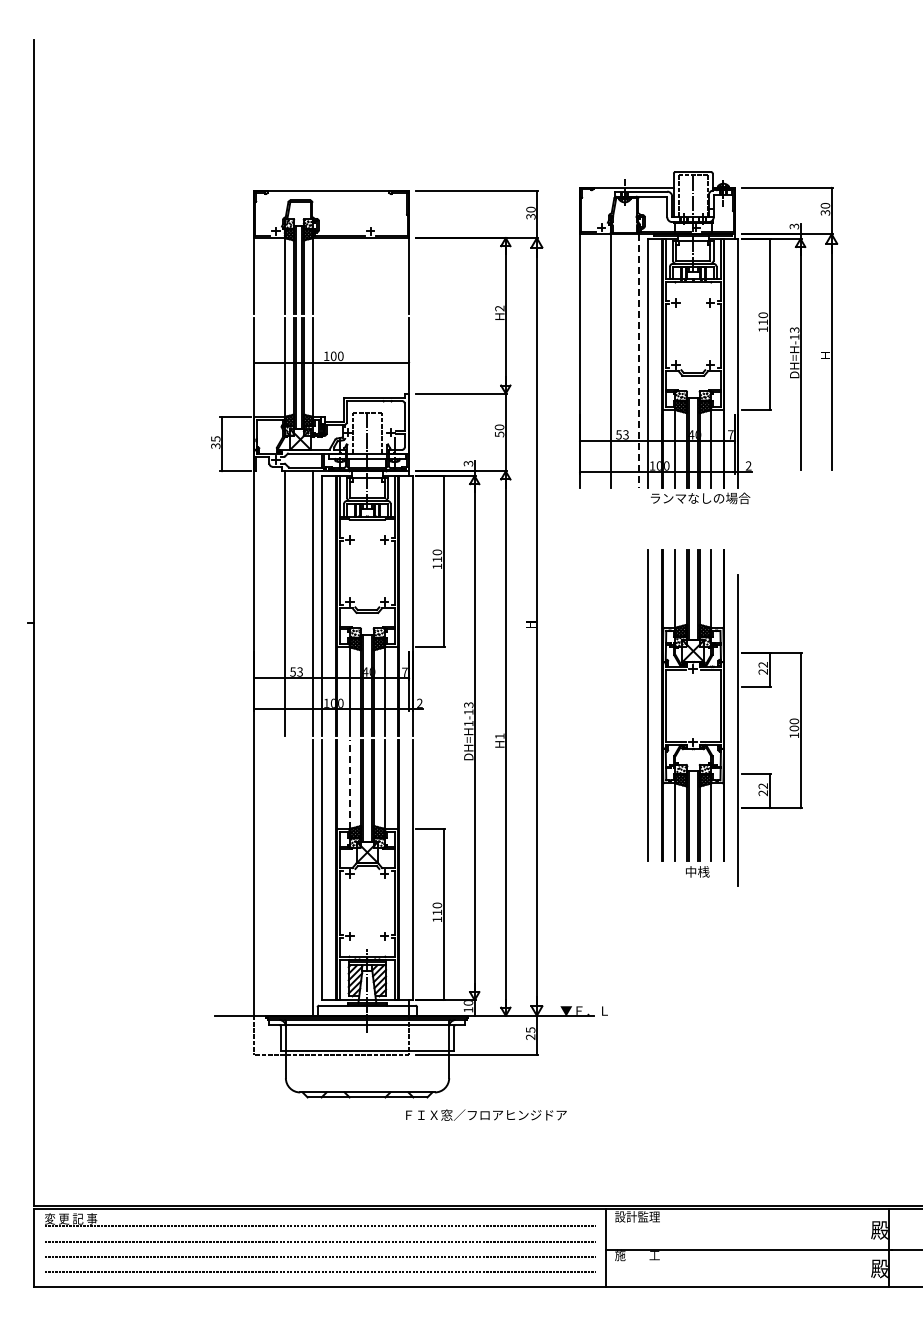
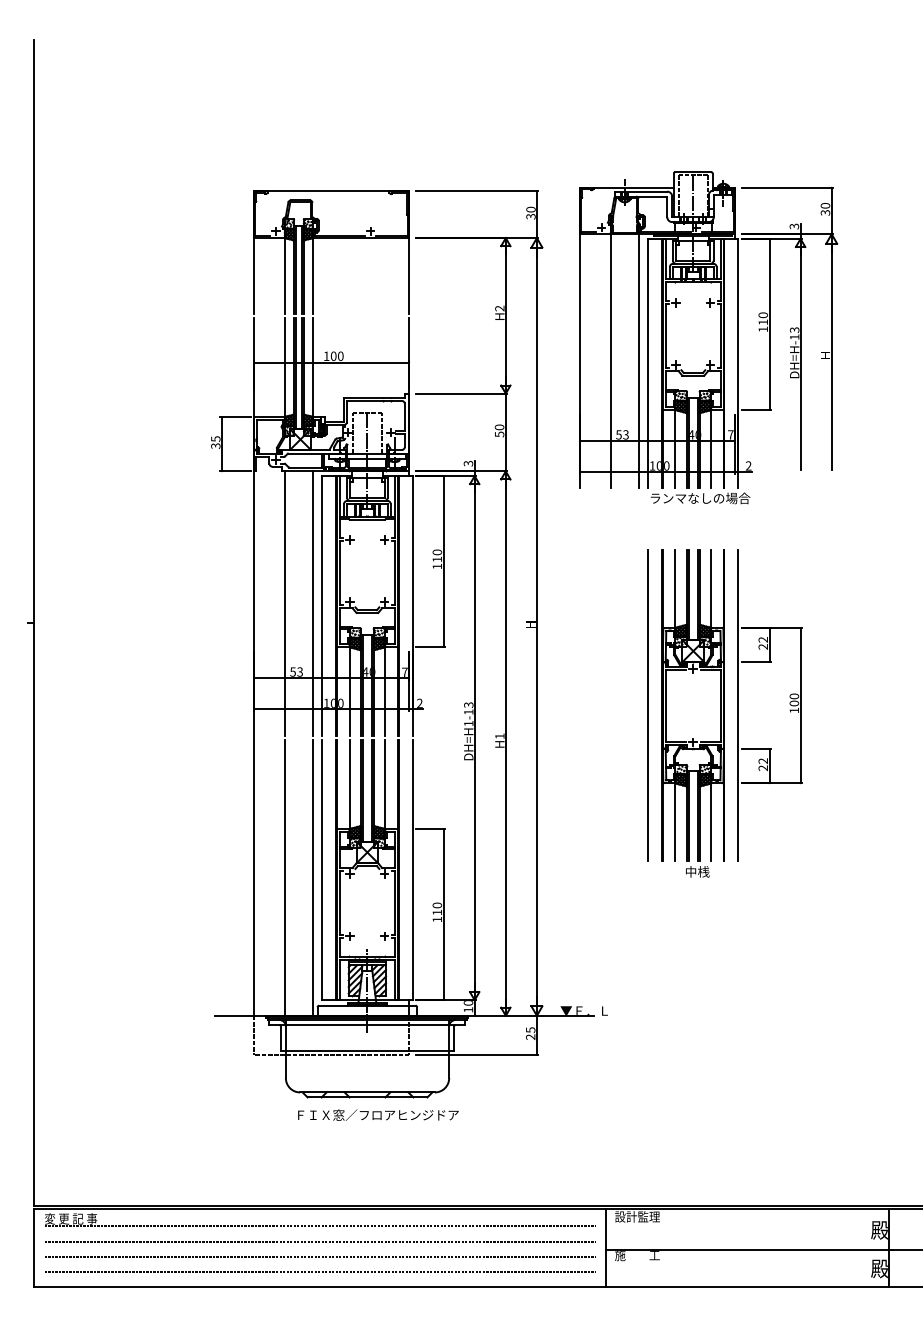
line at (638, 361): dashed -> solid
part at (789, 729) position: (789, 729) -> (789, 704)
line at (349, 784): dashed -> solid
line at (284, 877): none -> present
text at (486, 1114) position: (486, 1114) -> (378, 1114)
